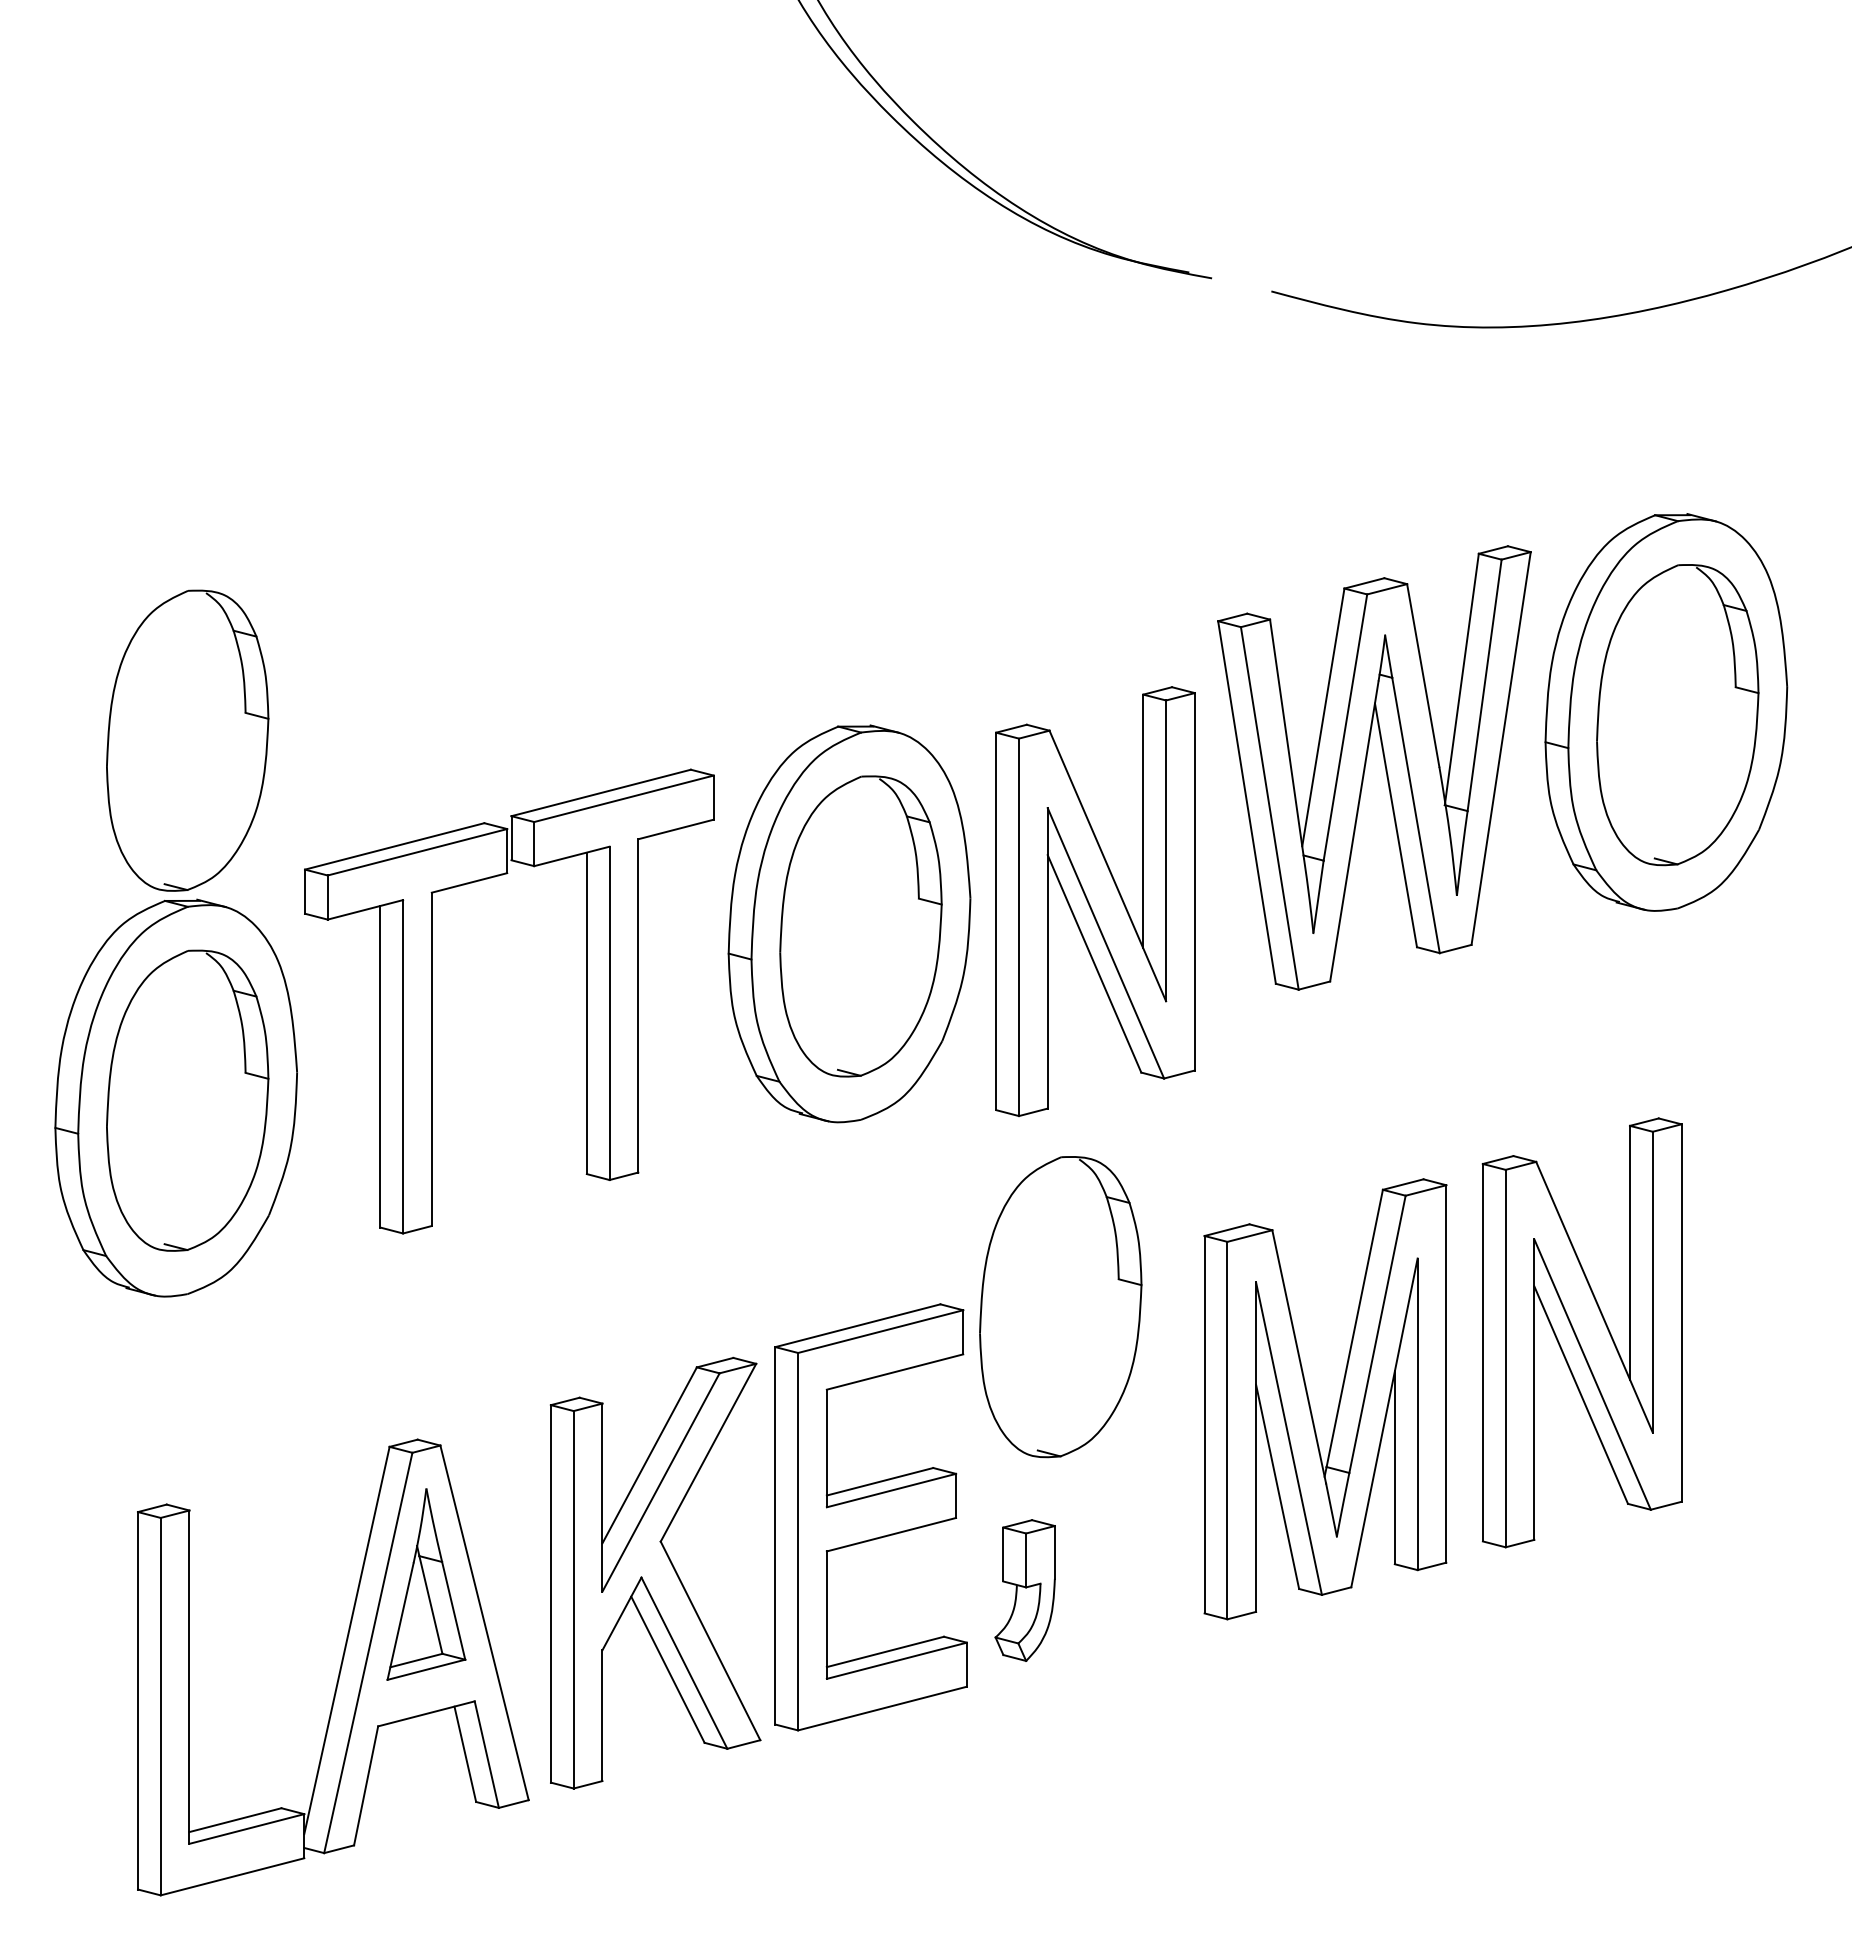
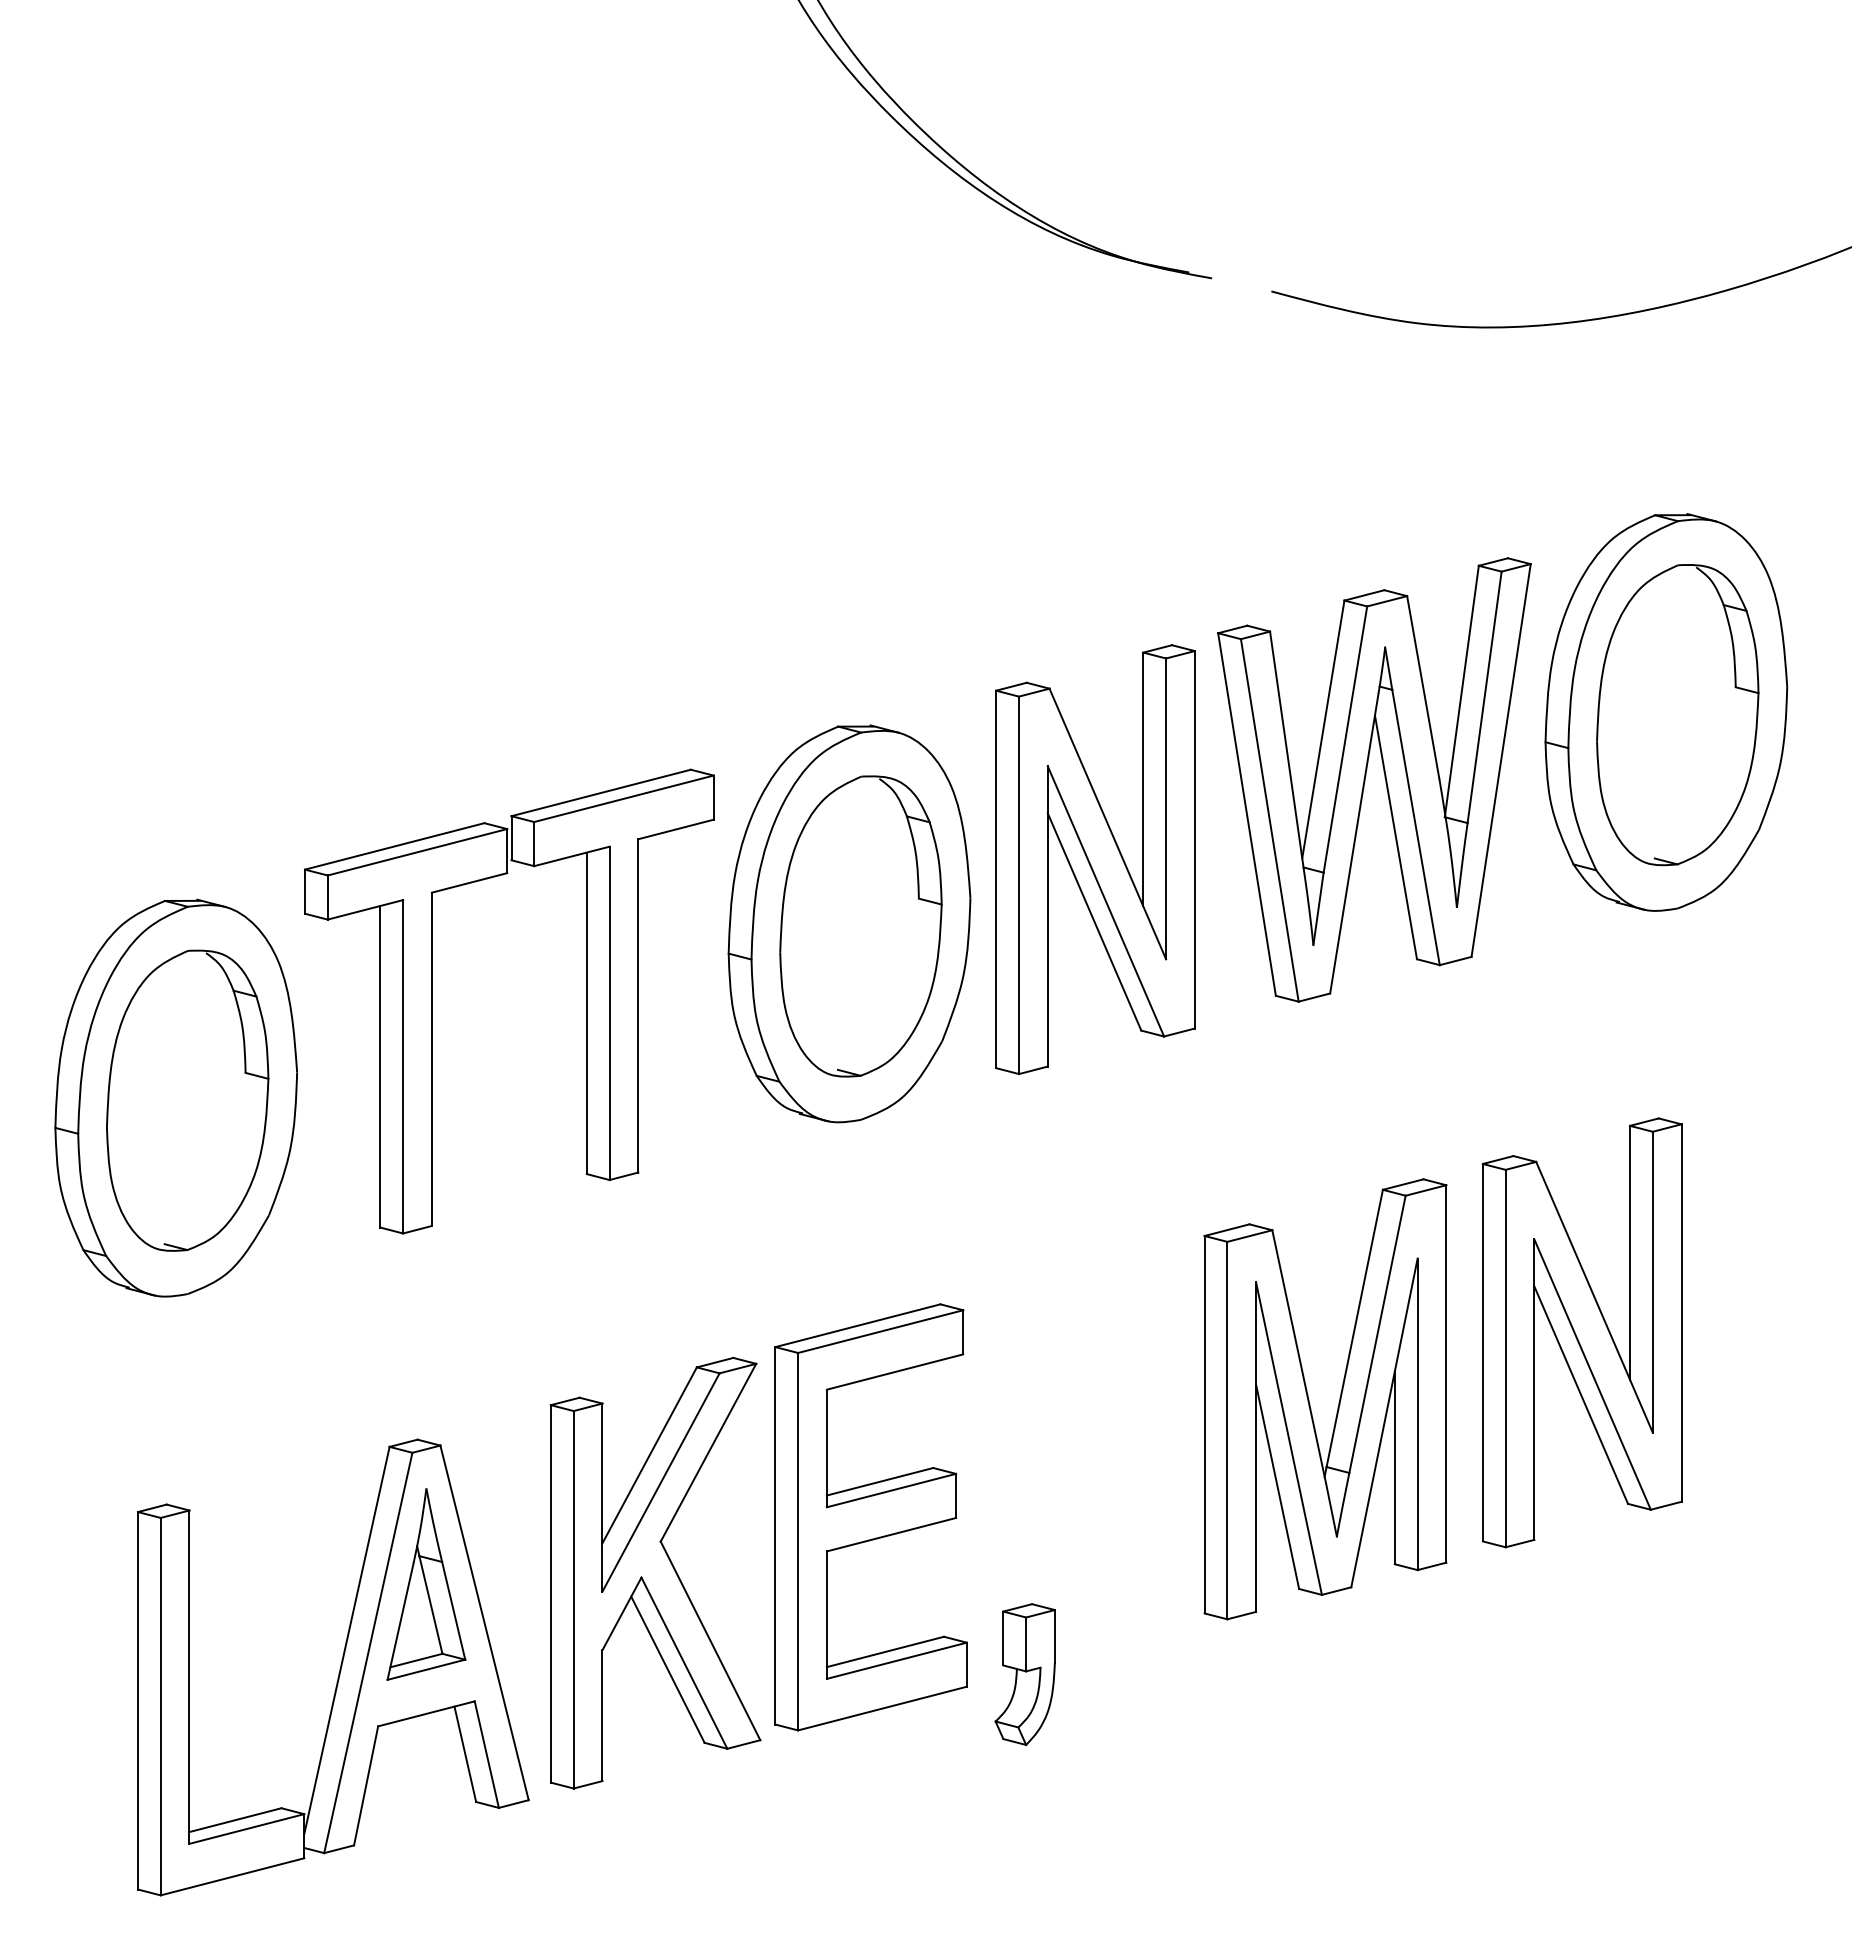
part at (187, 740): present -> none
part at (1366, 764) position: (1366, 764) -> (1366, 776)
part at (1095, 901) position: (1095, 901) -> (1095, 859)
part at (1060, 1307): present -> none
part at (1024, 1590) position: (1024, 1590) -> (1024, 1674)
